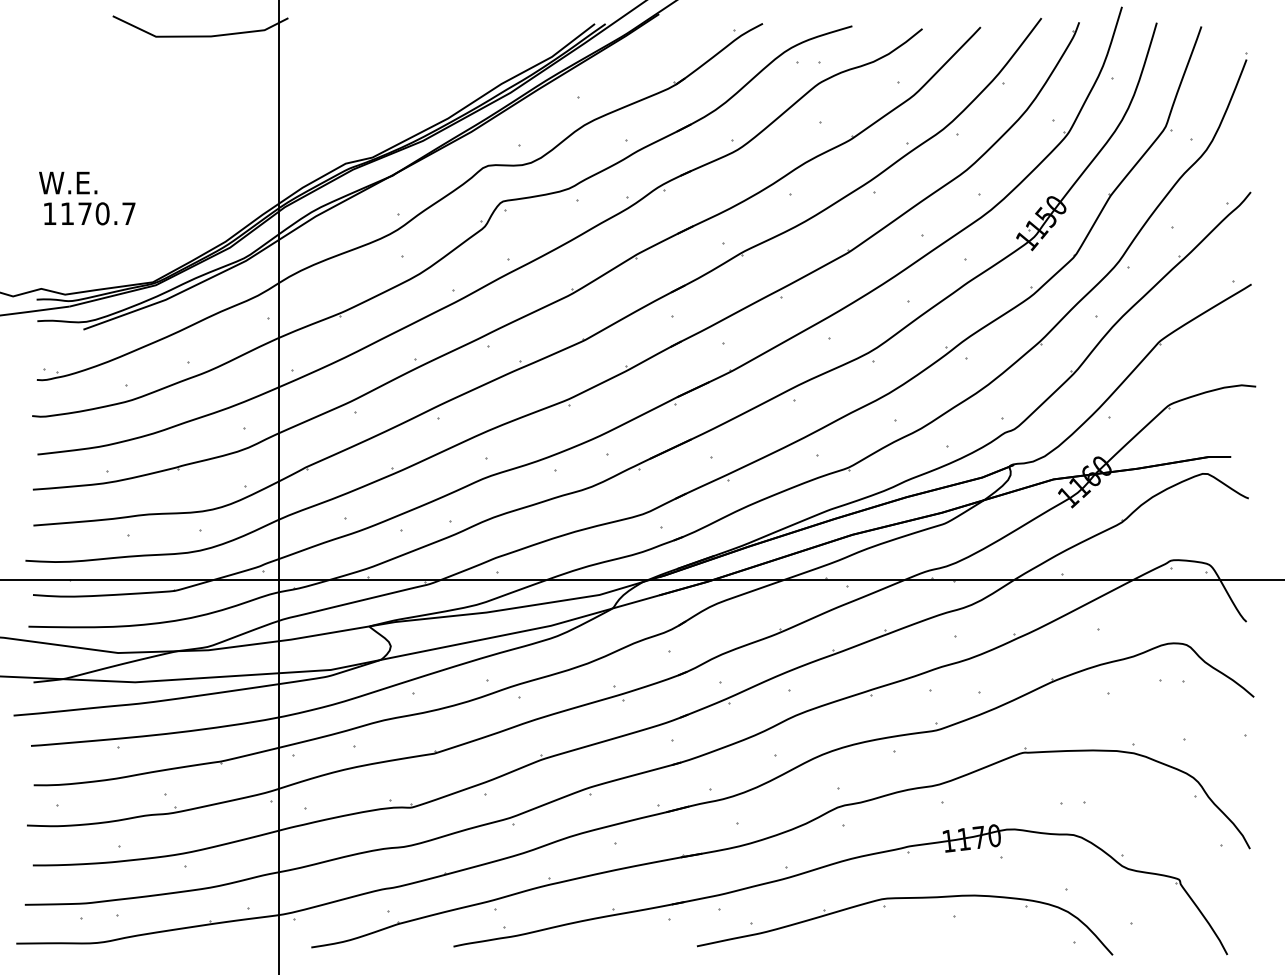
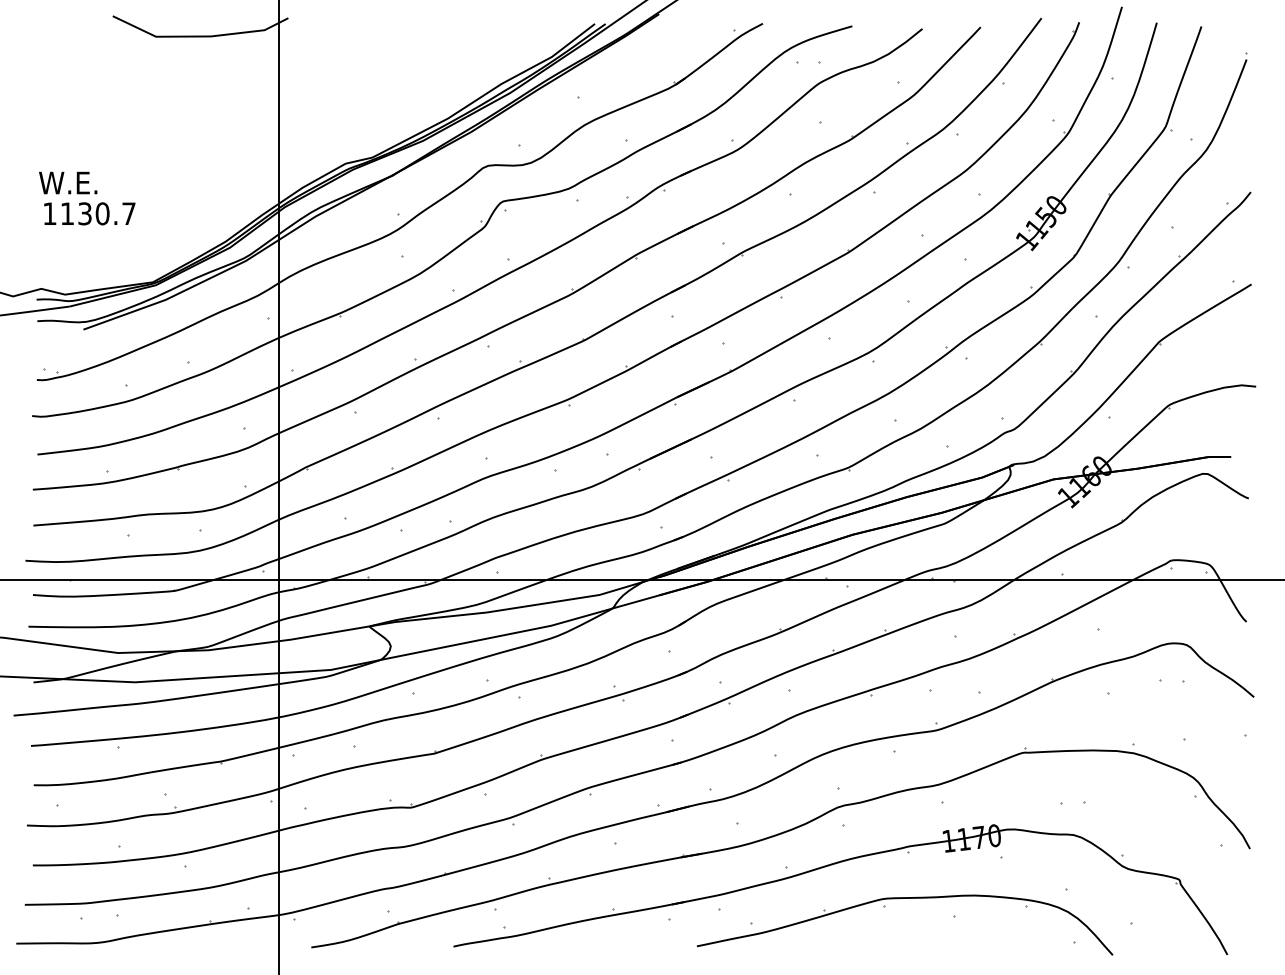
text at (84, 213): 1170.7 -> 1130.7
